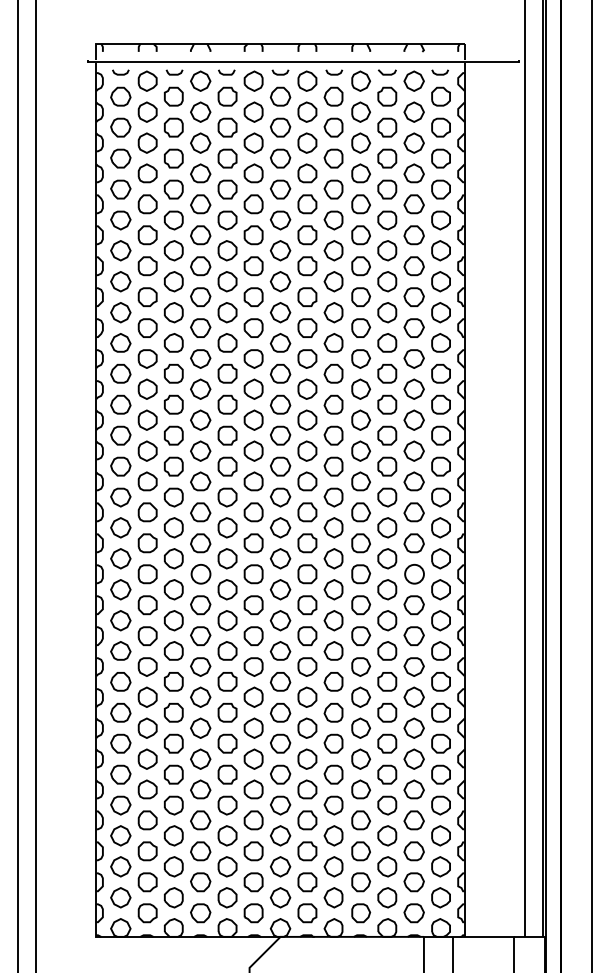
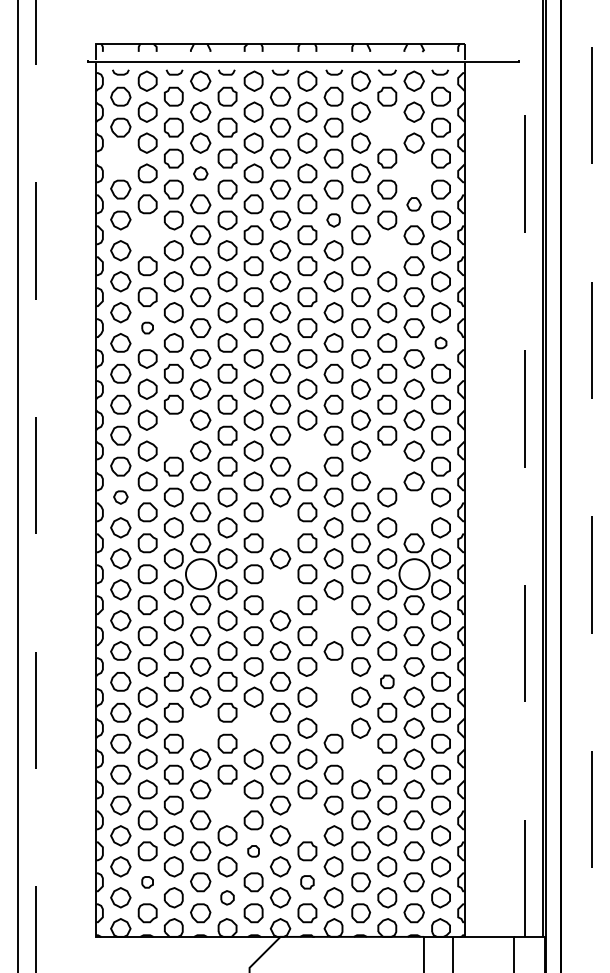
part at (387, 127): present -> none
part at (120, 158): present -> none
part at (200, 173) size: 22x21 px -> 16x15 px
part at (413, 173): present -> none
part at (413, 204) size: 22x21 px -> 16x15 px
part at (333, 220) size: 21x21 px -> 15x15 px
part at (147, 235): present -> none
part at (387, 250): present -> none
part at (147, 327) size: 21x20 px -> 13x14 px
part at (440, 342) size: 20x20 px -> 14x14 px
part at (173, 435): present -> none
part at (307, 450): present -> none
part at (387, 466): present -> none
line at (525, 468): solid -> dashed
line at (36, 486): solid -> dashed
line at (591, 486): solid -> dashed
part at (120, 497) size: 22x21 px -> 16x15 px
part at (413, 512): present -> none
part at (280, 527): present -> none
circle at (200, 573) diameter: 19 px -> 30 px
circle at (414, 573) diameter: 19 px -> 30 px
part at (280, 589): present -> none
part at (333, 620): present -> none
part at (333, 681): present -> none
part at (387, 681) size: 21x20 px -> 15x15 px
part at (333, 712): present -> none
part at (200, 727): present -> none
part at (253, 727): present -> none
part at (361, 758): present -> none
part at (227, 805): present -> none
part at (307, 820): present -> none
part at (253, 851) size: 21x21 px -> 13x13 px
part at (147, 882) size: 21x21 px -> 13x13 px
part at (307, 882) size: 21x21 px -> 15x15 px
part at (227, 897) size: 21x22 px -> 15x16 px
